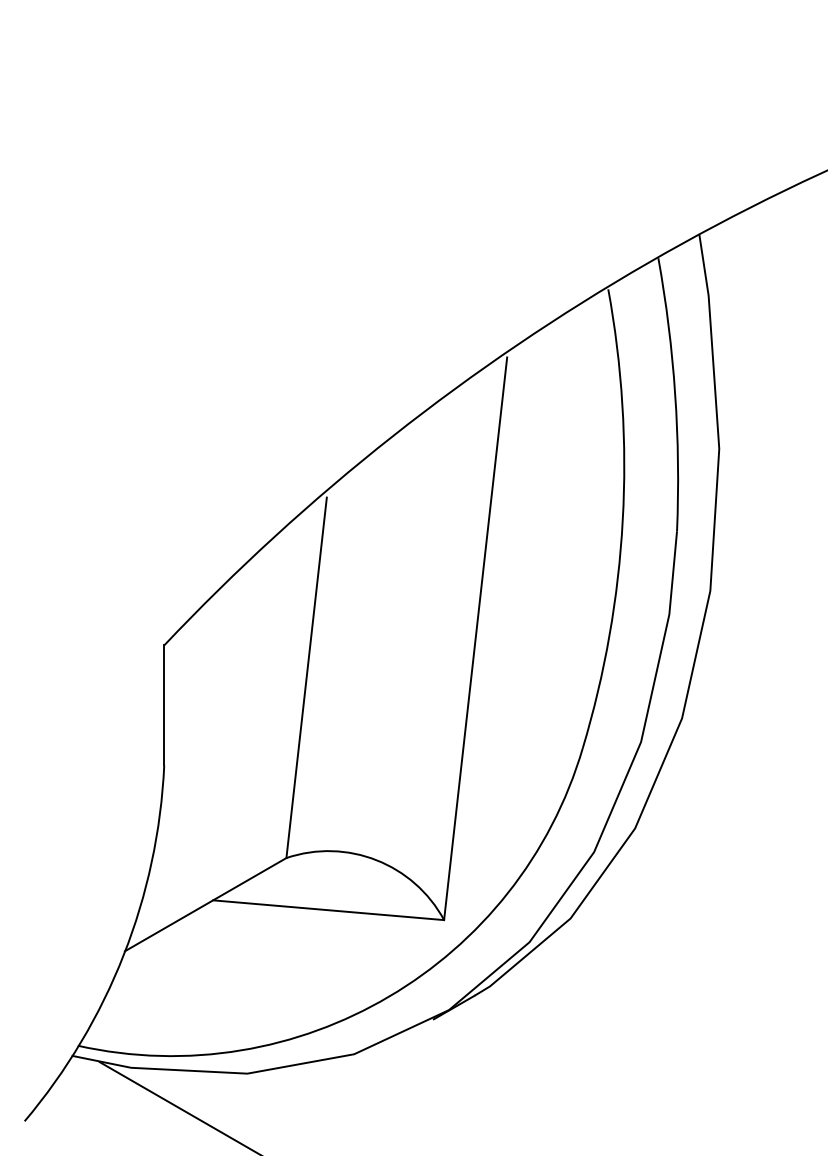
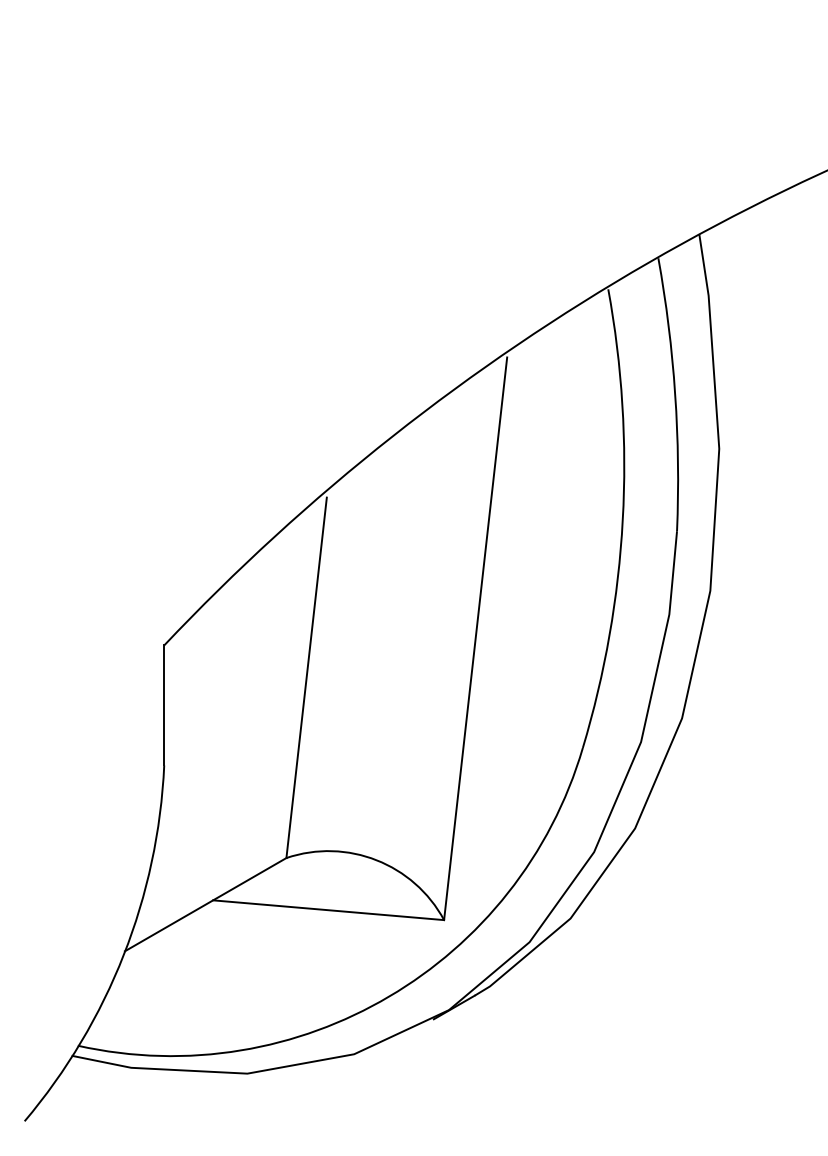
line at (177, 1107): present -> none
